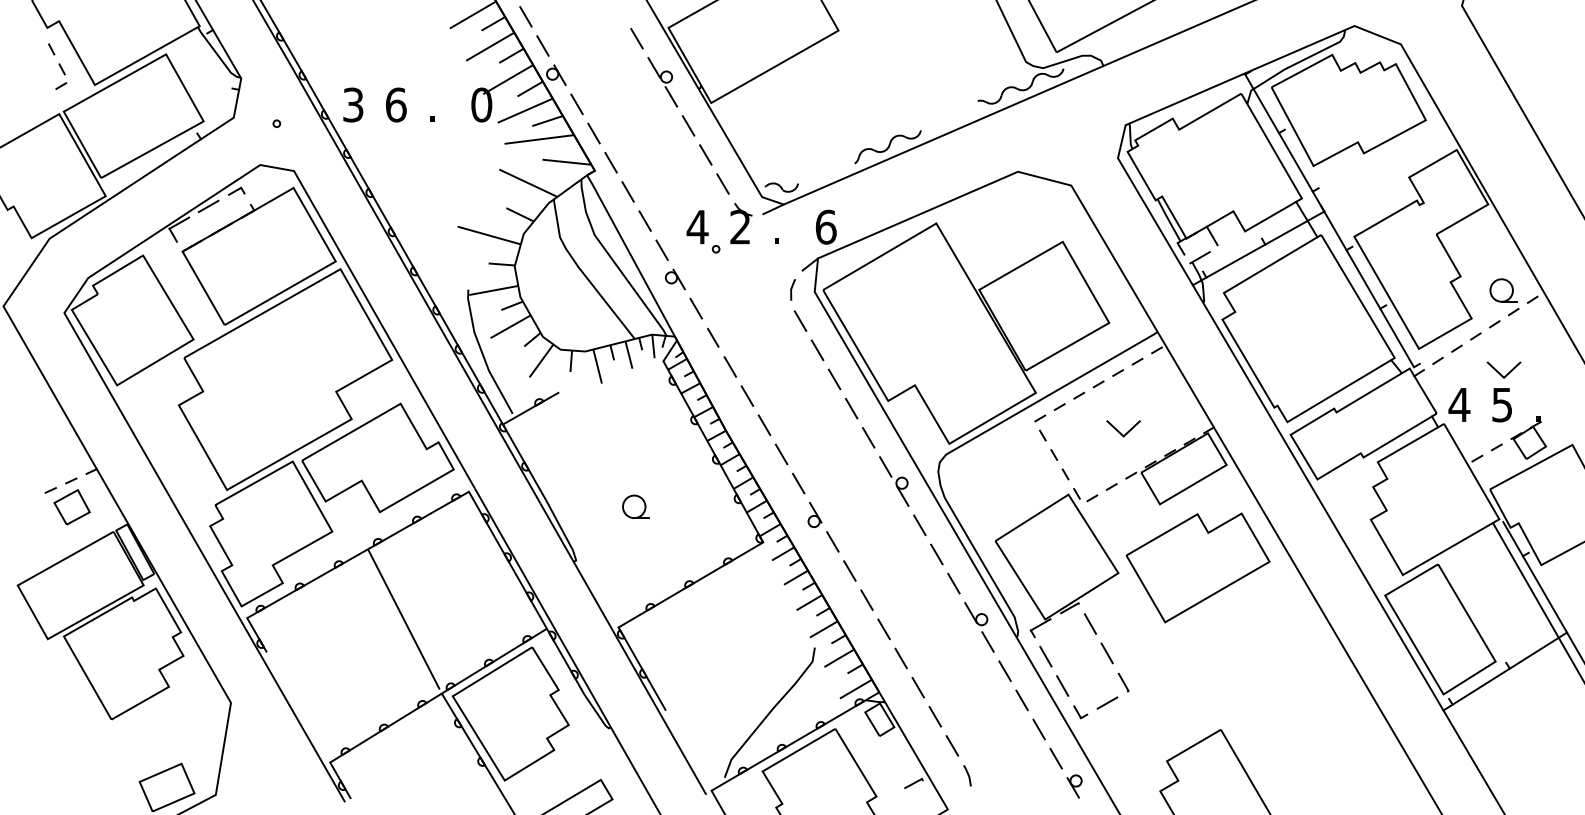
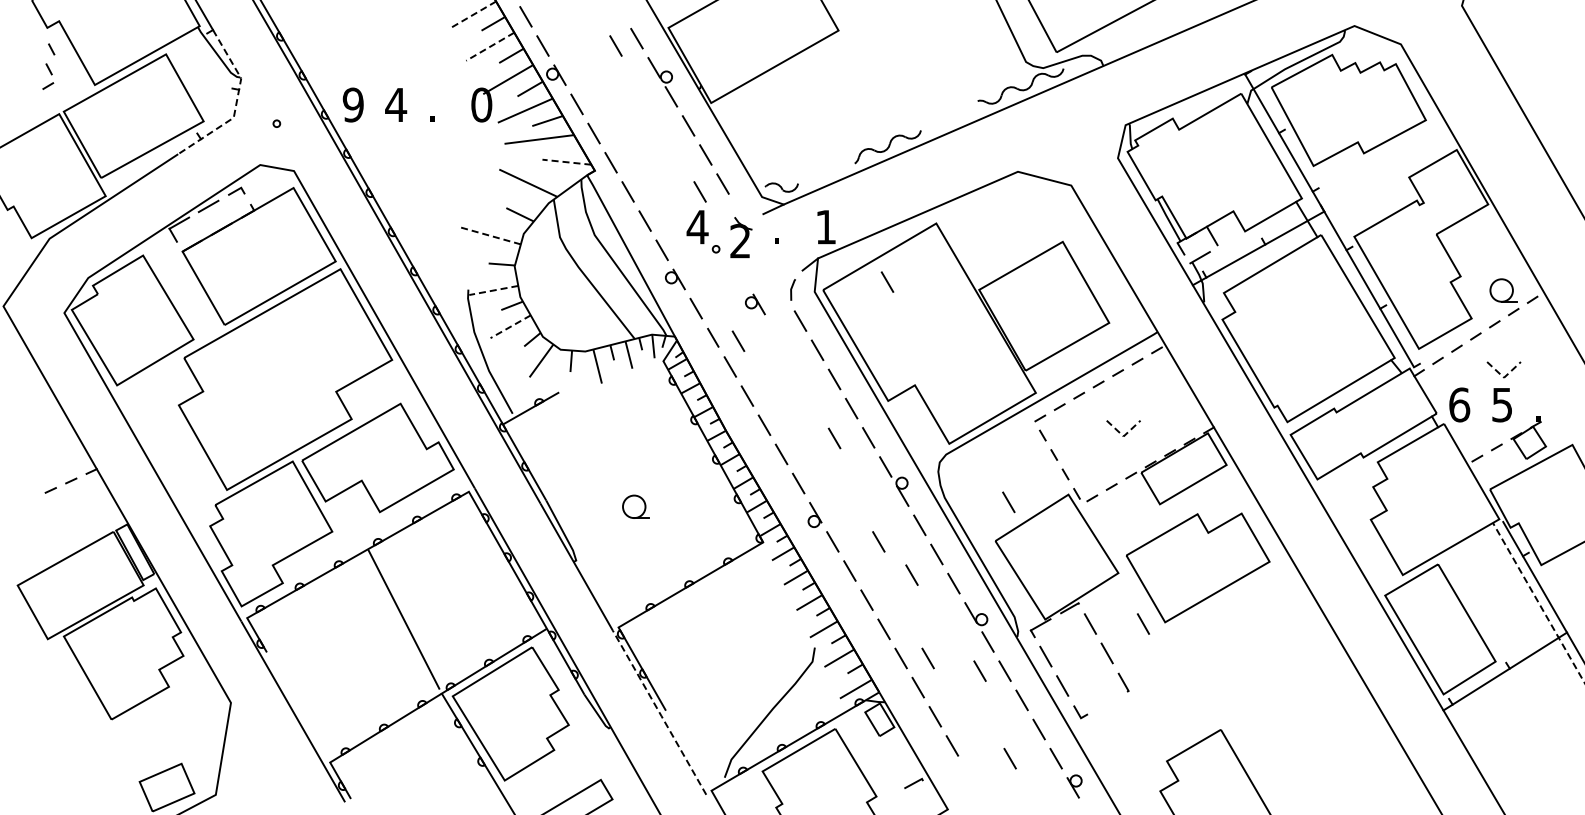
line at (472, 15): solid -> dashed
line at (615, 45): none -> present
line at (490, 46): solid -> dashed
part at (61, 76) position: (61, 76) -> (48, 76)
line at (236, 103): solid -> dashed
text at (352, 104): 3 -> 9
text at (396, 104): 6 -> 4
line at (566, 162): solid -> dashed
line at (699, 191): none -> present
part at (741, 223) position: (741, 223) -> (741, 237)
text at (825, 226): 6 -> 1
line at (489, 235): solid -> dashed
line at (887, 281): none -> present
line at (493, 290): solid -> dashed
part at (755, 304): none -> present
line at (510, 327): solid -> dashed
line at (738, 340): none -> present
line at (1504, 377): solid -> dashed
text at (1459, 404): 4 -> 6
line at (1123, 436): solid -> dashed
line at (834, 438): none -> present
line at (1008, 502): none -> present
part at (71, 507): present -> none
line at (878, 541): none -> present
line at (911, 574): none -> present
line at (1539, 603): solid -> dashed
line at (1142, 623): none -> present
line at (927, 658): none -> present
line at (979, 670): none -> present
line at (1107, 702): present -> none
line at (659, 712): solid -> dashed
line at (1009, 758): none -> present
line at (967, 775): present -> none
